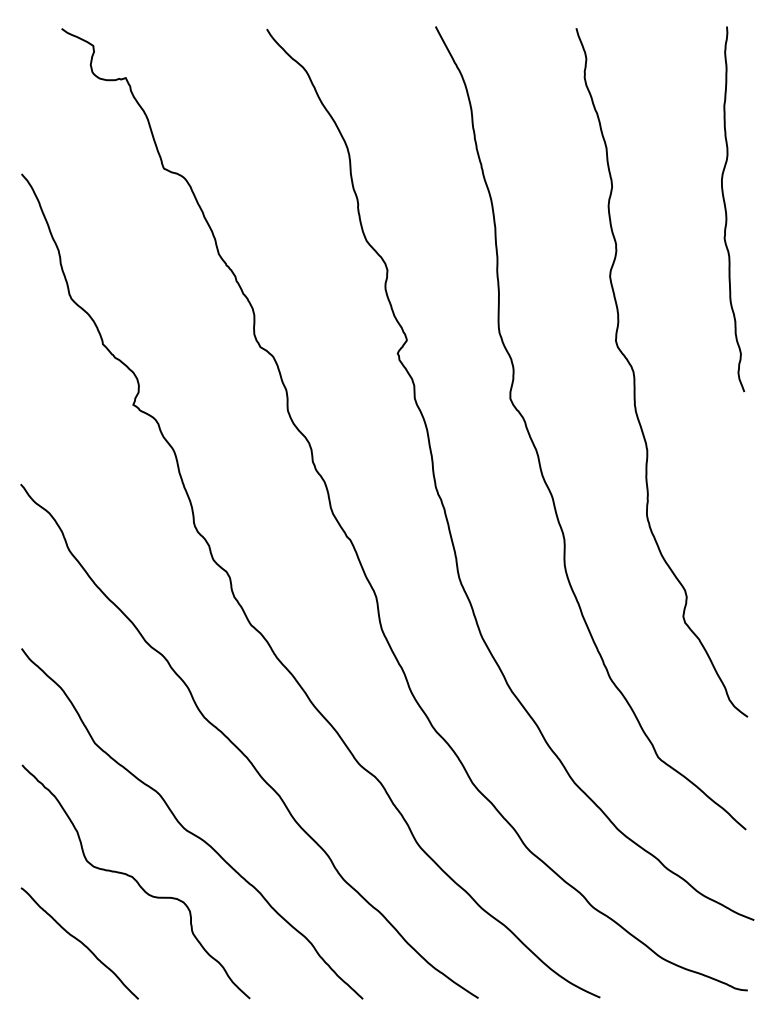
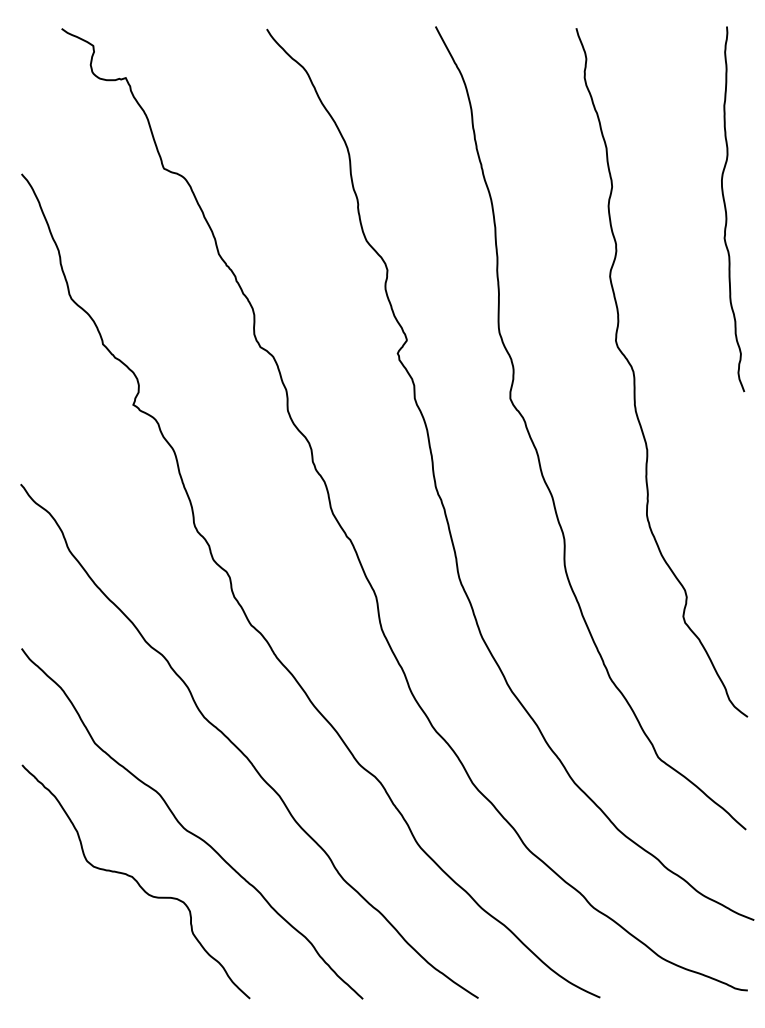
curve at (79, 942): present -> none
